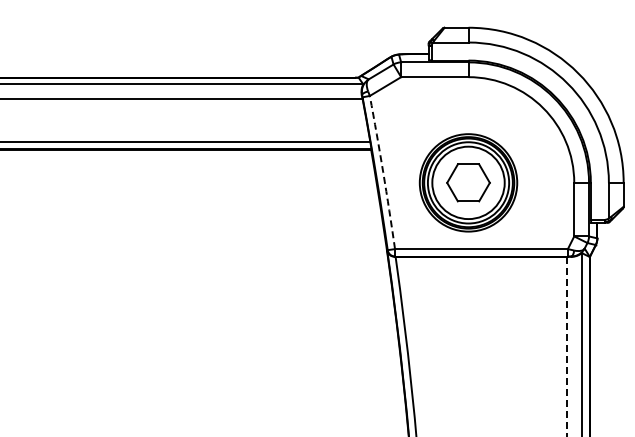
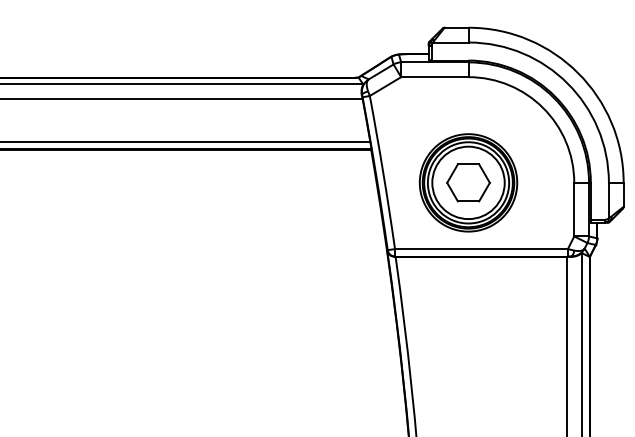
arc at (383, 172): dashed -> solid
line at (567, 346): dashed -> solid
